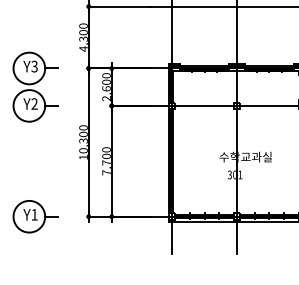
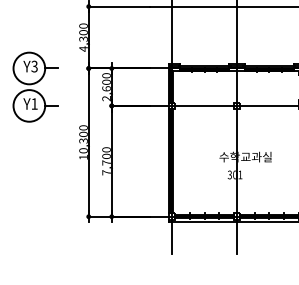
text at (34, 103): Y2 -> Y1
part at (35, 216): present -> none
